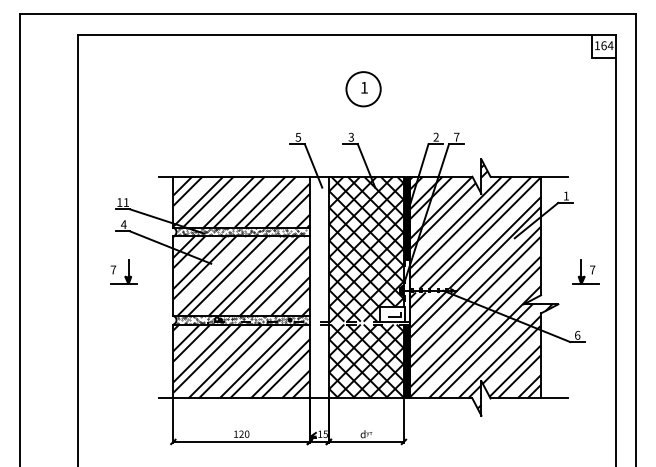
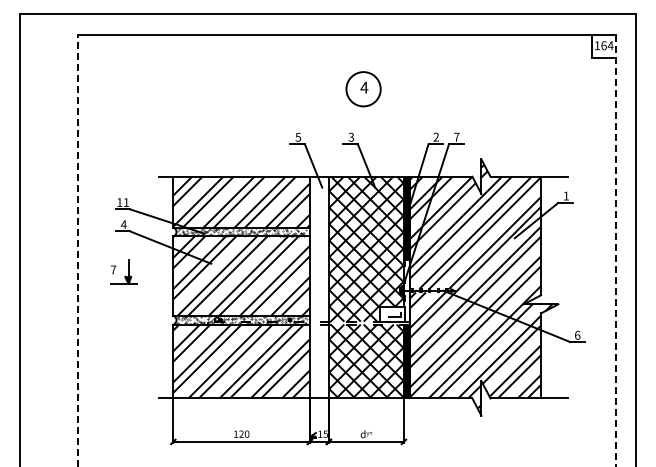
text at (364, 87): 1 -> 4
line at (78, 250): solid -> dashed
line at (615, 250): solid -> dashed
part at (585, 271): present -> none
